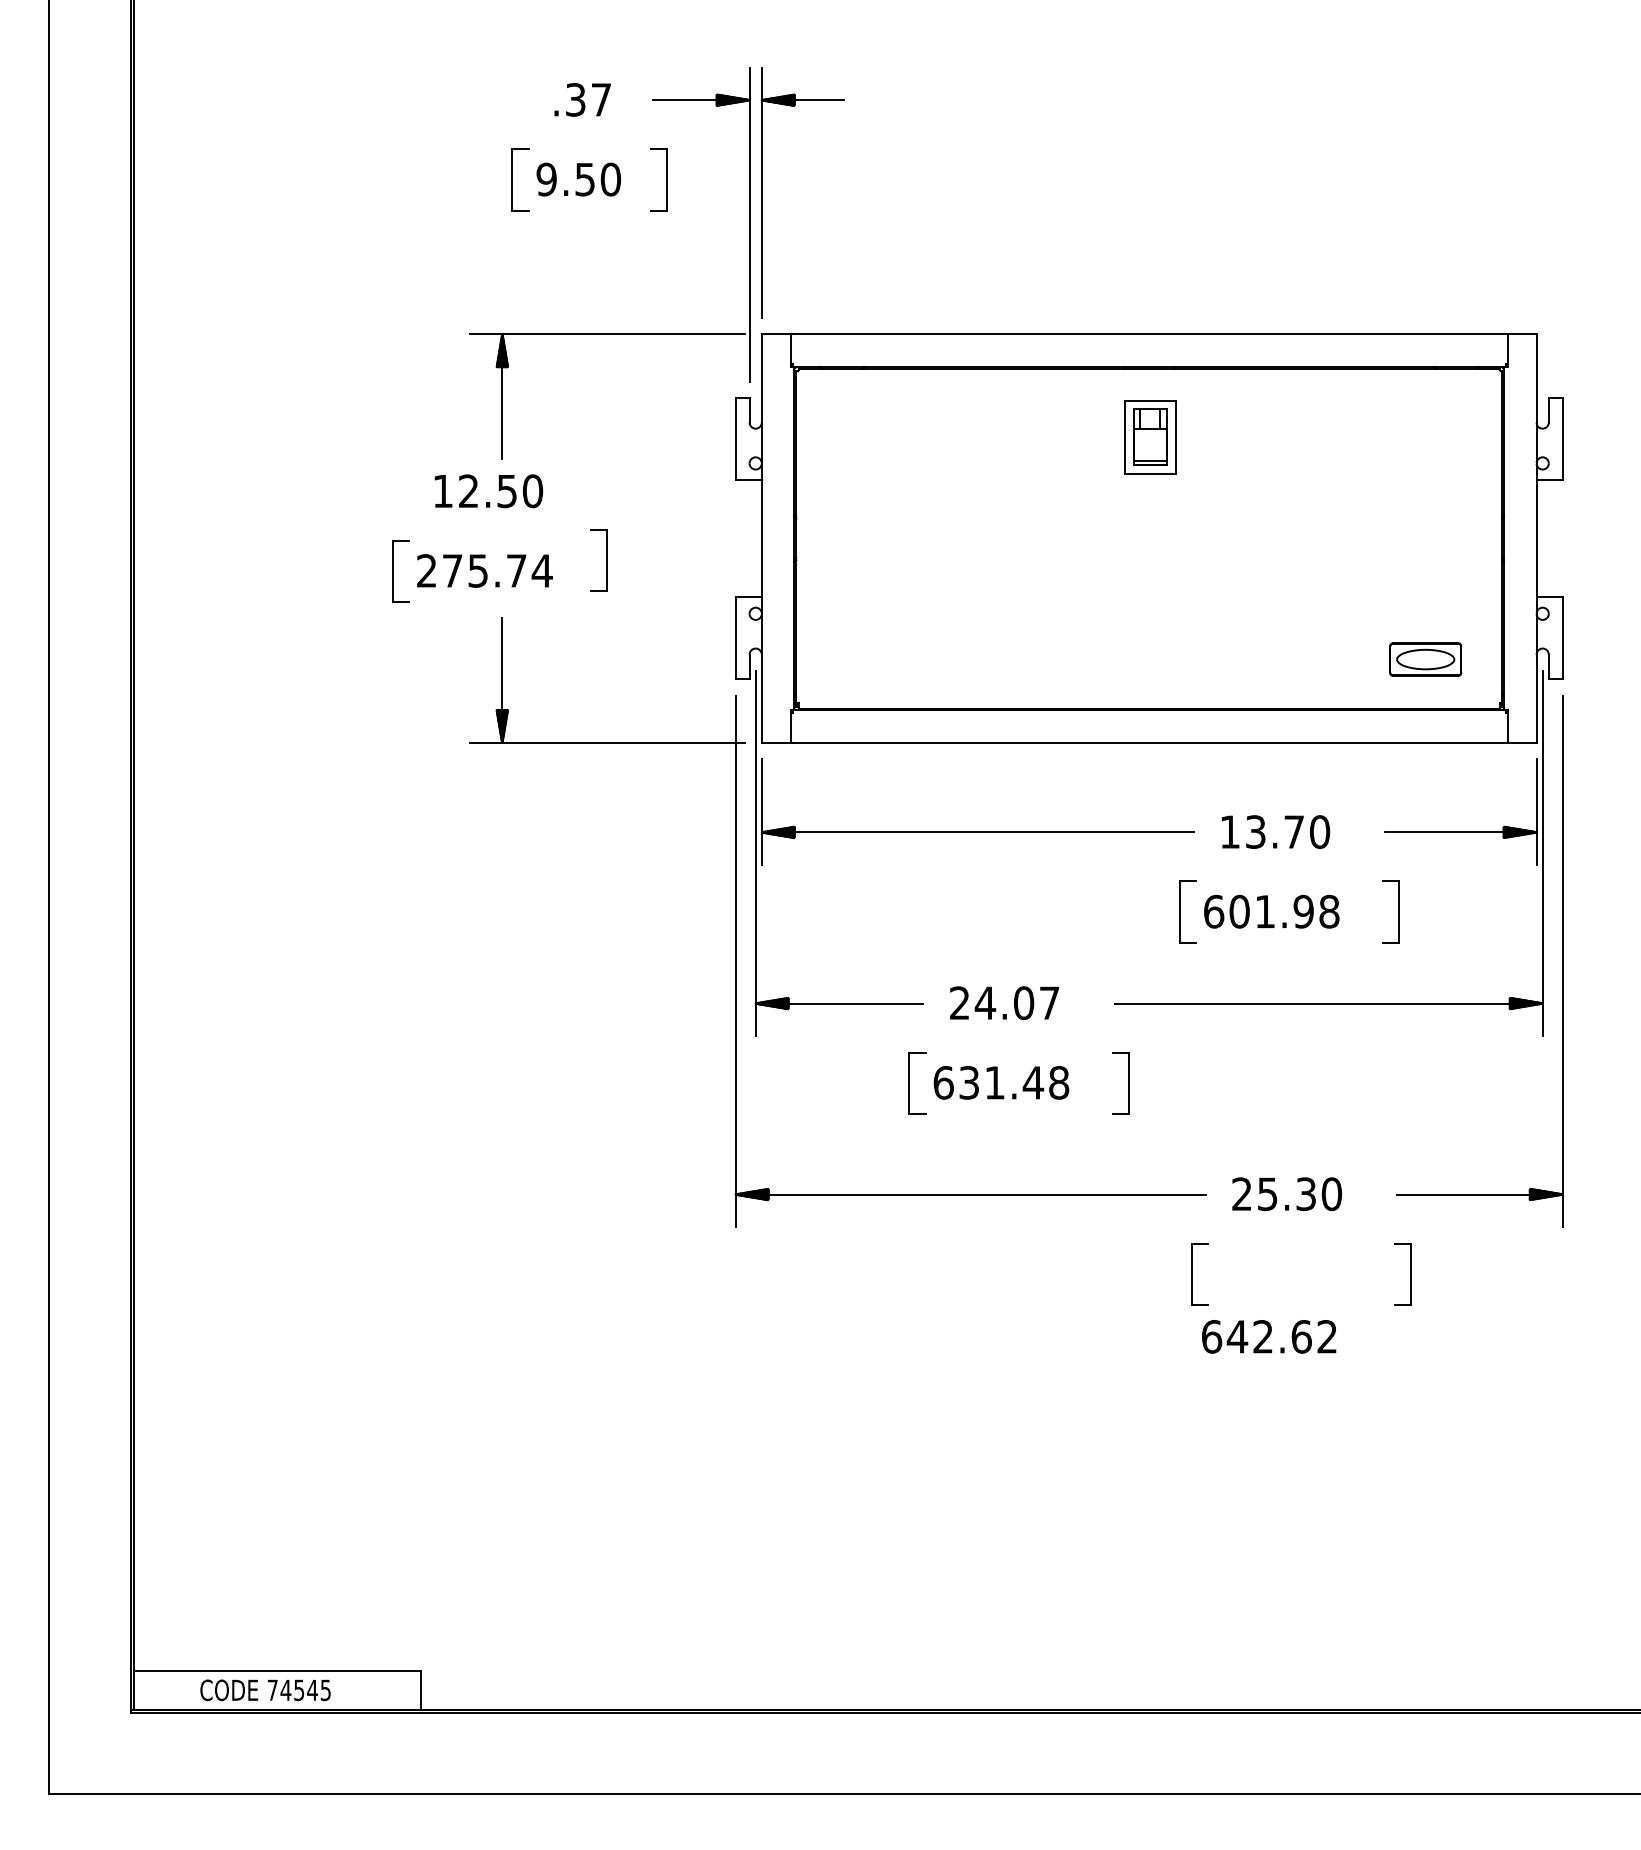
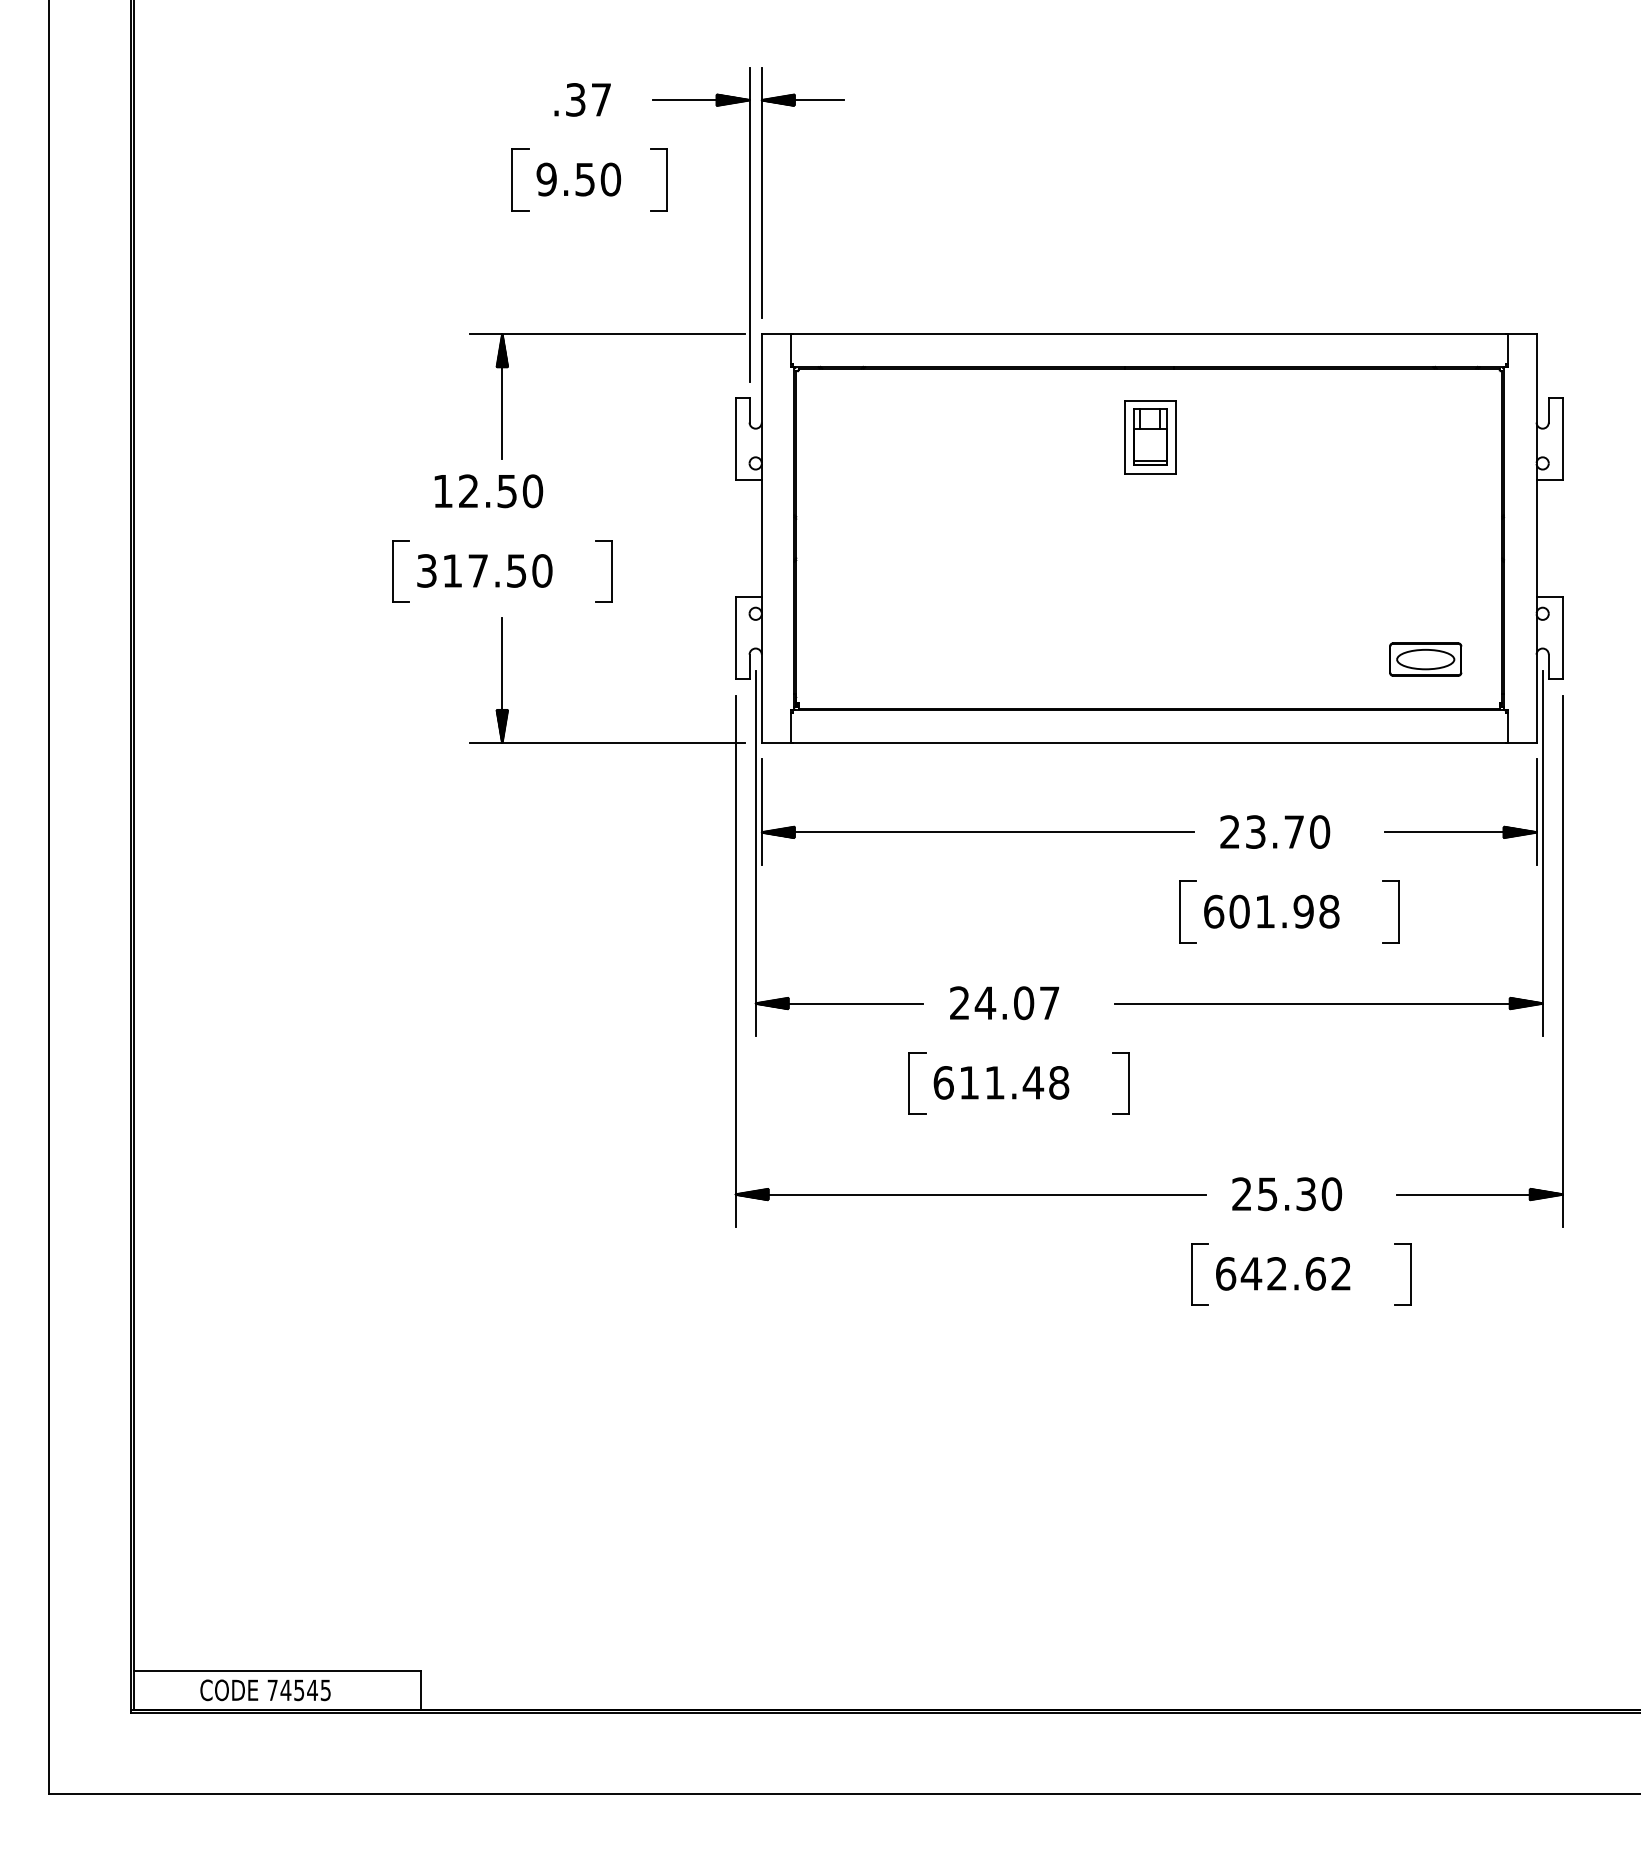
part at (606, 560) position: (606, 560) -> (611, 571)
text at (484, 570): 275.74 -> 317.50
text at (1229, 831): 13.70 -> 23.70
text at (968, 1082): 631.48 -> 611.48
text at (1269, 1336) position: (1269, 1336) -> (1283, 1273)
